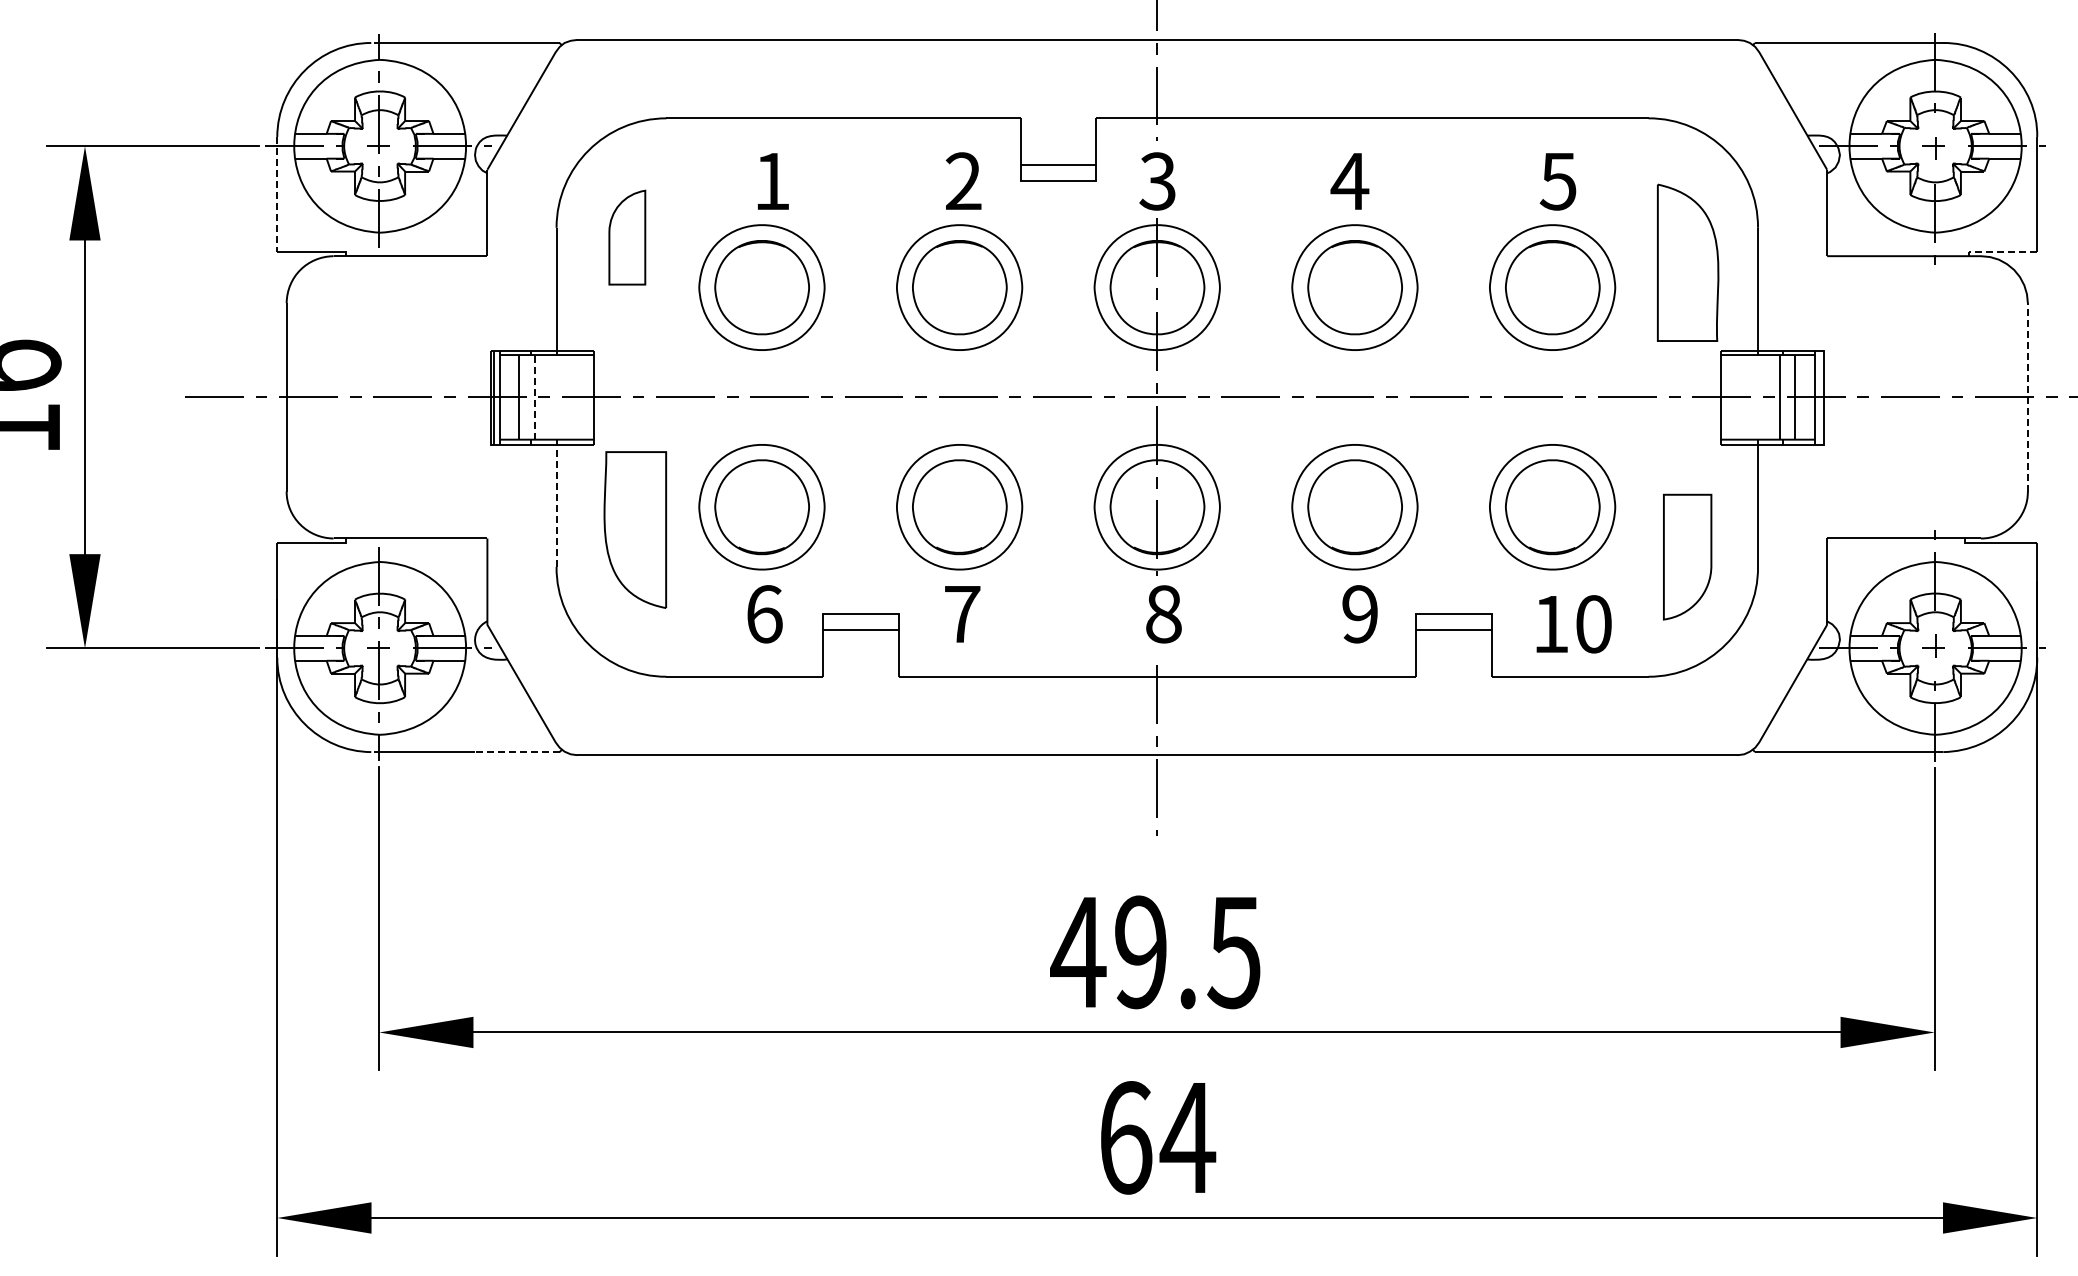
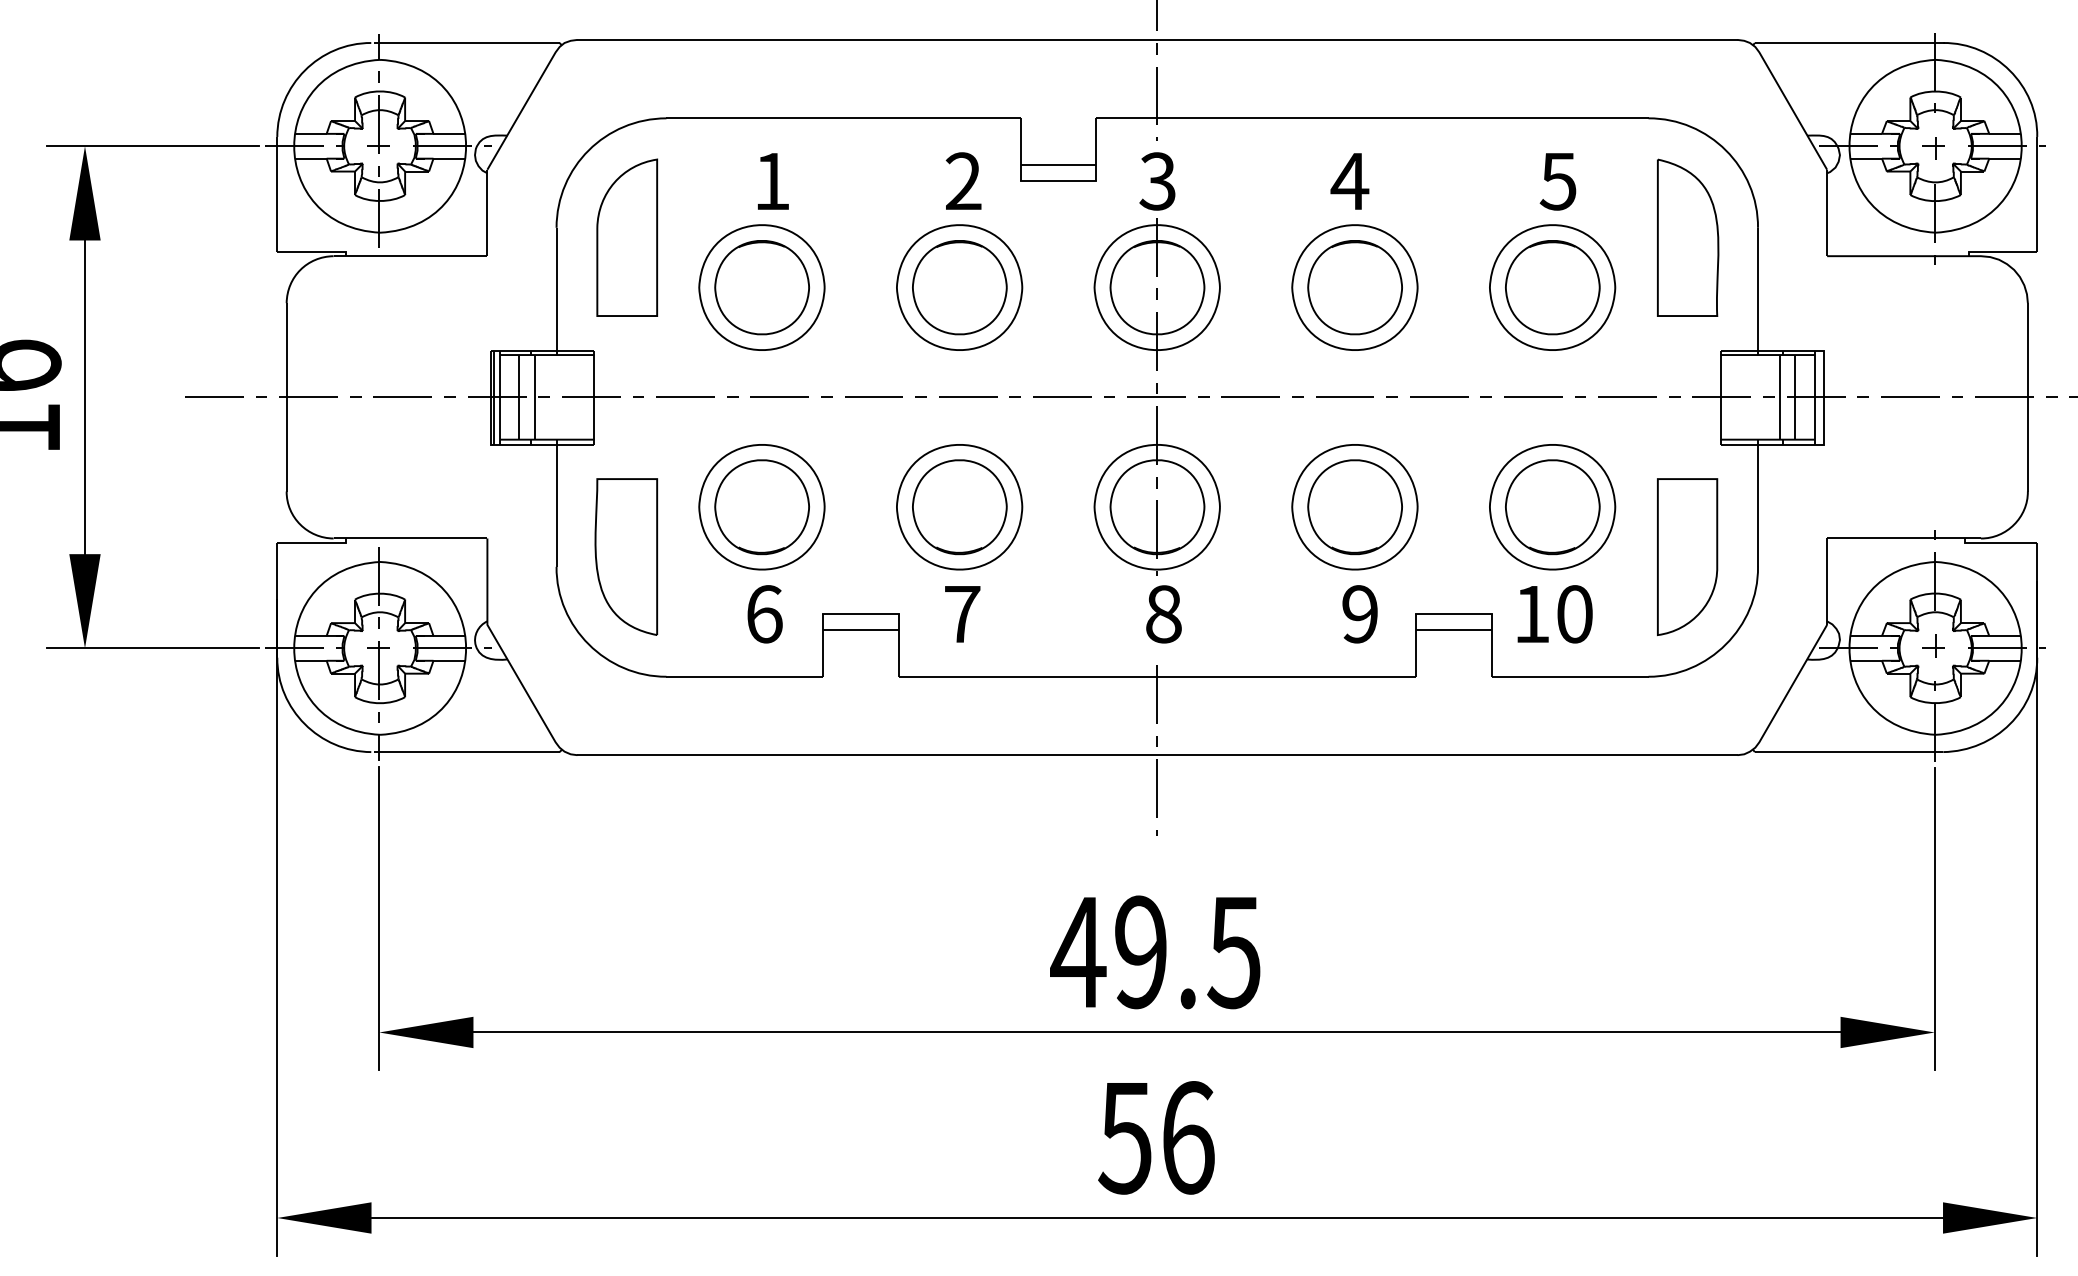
line at (277, 194): dashed -> solid
part at (627, 237) size: 39x97 px -> 63x159 px
line at (2000, 251): dashed -> solid
part at (1688, 262) position: (1688, 262) -> (1688, 237)
line at (534, 396): dashed -> solid
line at (2027, 396): dashed -> solid
line at (556, 505): dashed -> solid
part at (635, 529) position: (635, 529) -> (626, 556)
part at (1687, 556) size: 50x128 px -> 62x159 px
text at (1573, 624) position: (1573, 624) -> (1554, 614)
line at (516, 752): dashed -> solid
text at (1157, 1137): 64 -> 56
